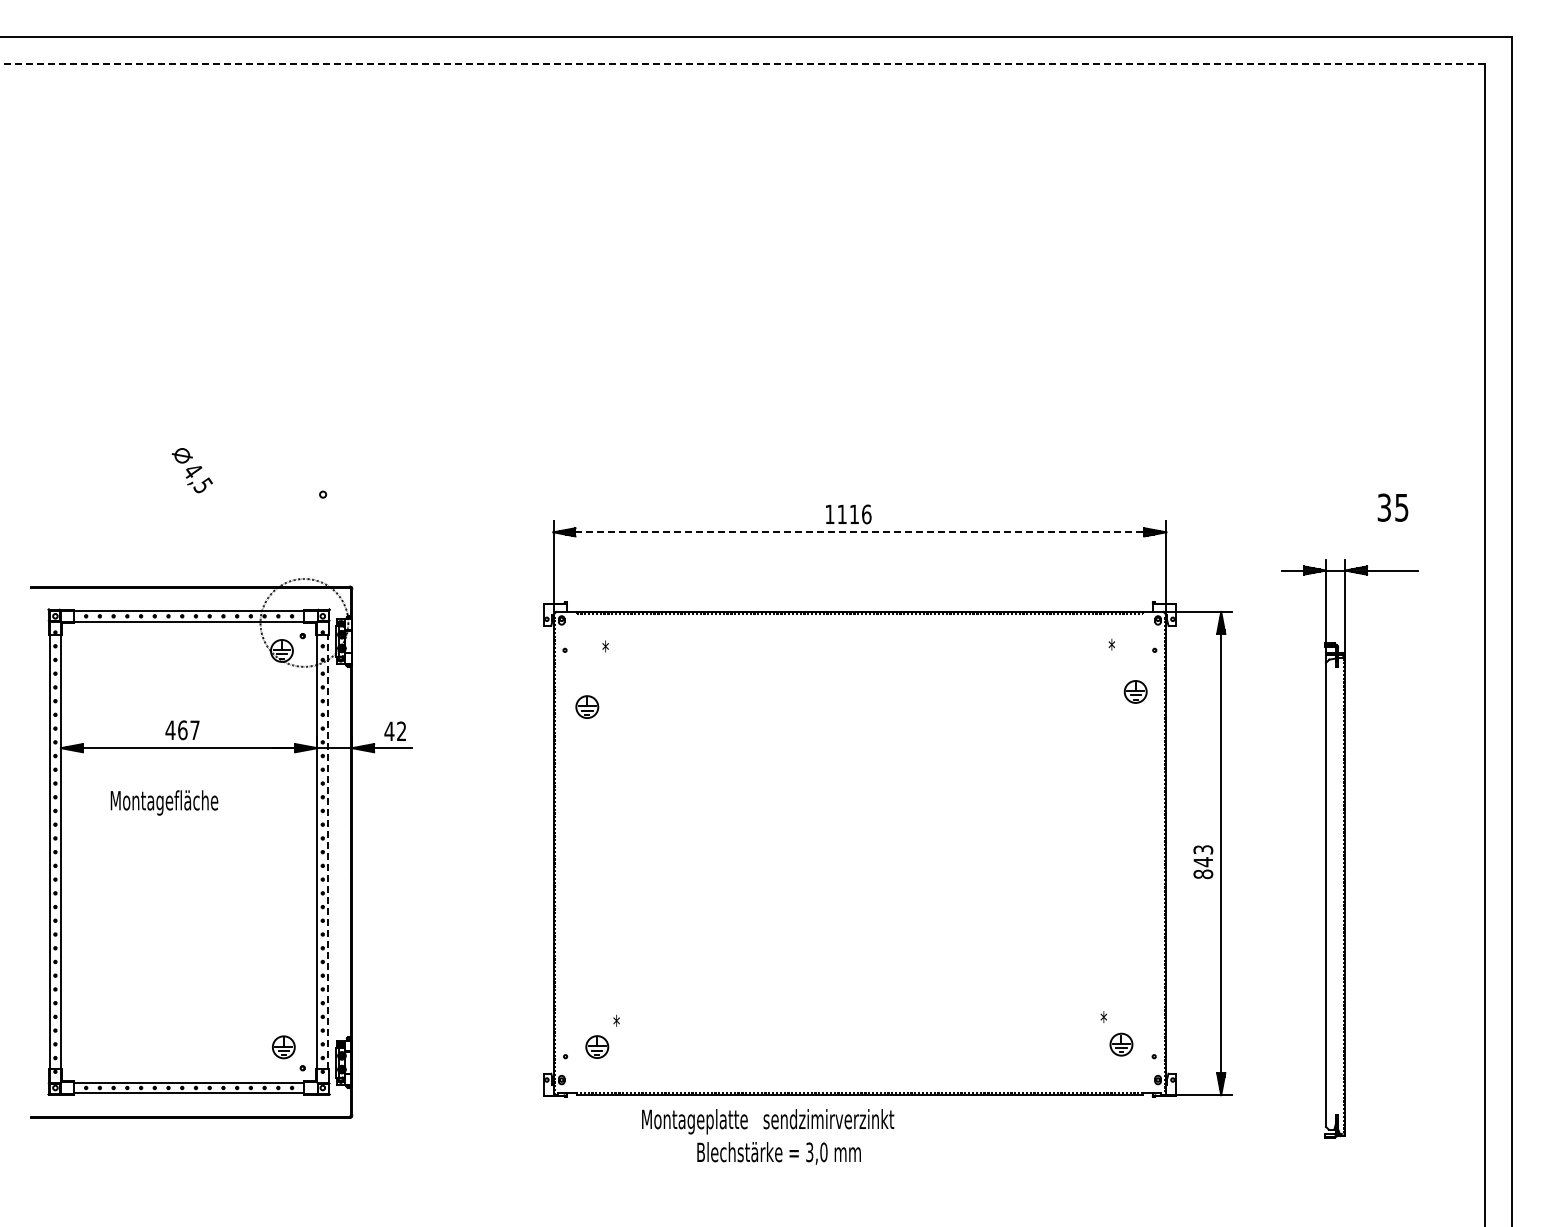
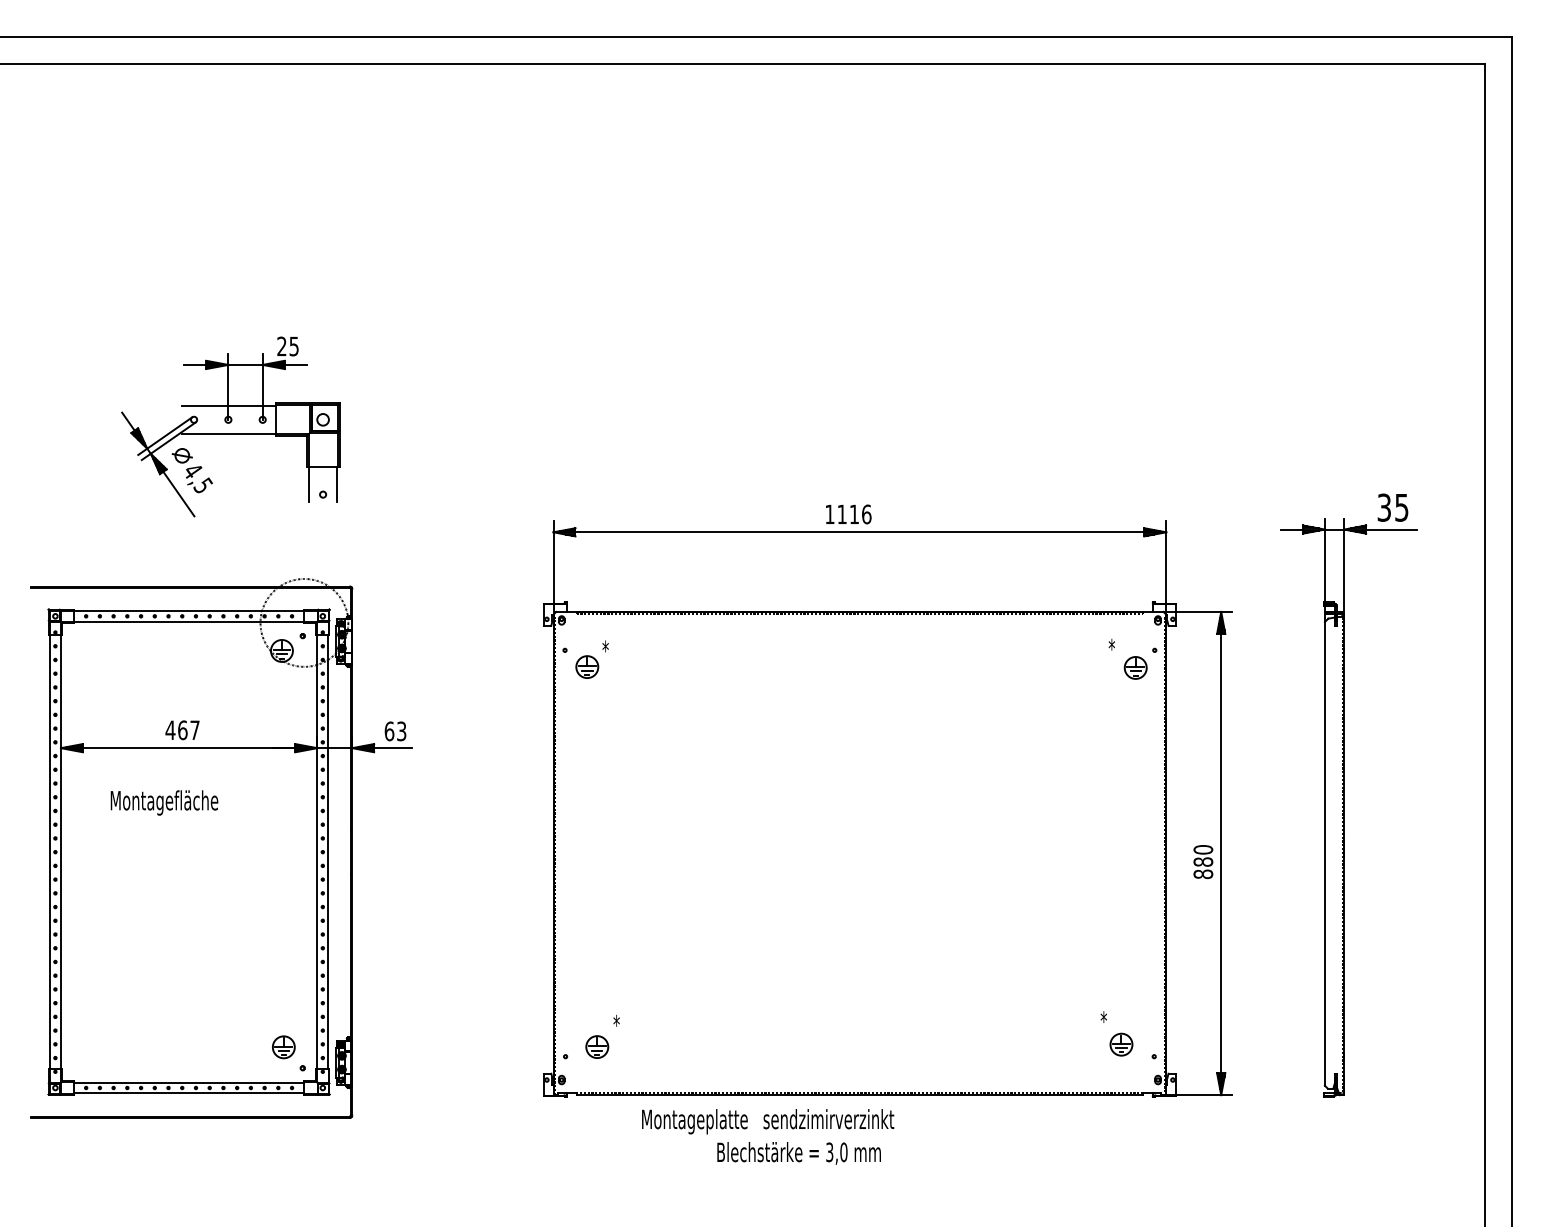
line at (742, 64): dashed -> solid
part at (230, 426): none -> present
line at (860, 532): dashed -> solid
part at (1135, 691) position: (1135, 691) -> (1135, 667)
part at (587, 706) position: (587, 706) -> (587, 666)
text at (395, 731): 42 -> 63
part at (1349, 848) position: (1349, 848) -> (1348, 807)
line at (328, 851): dashed -> solid
text at (1203, 856): 843 -> 880
text at (778, 1153) position: (778, 1153) -> (798, 1153)
